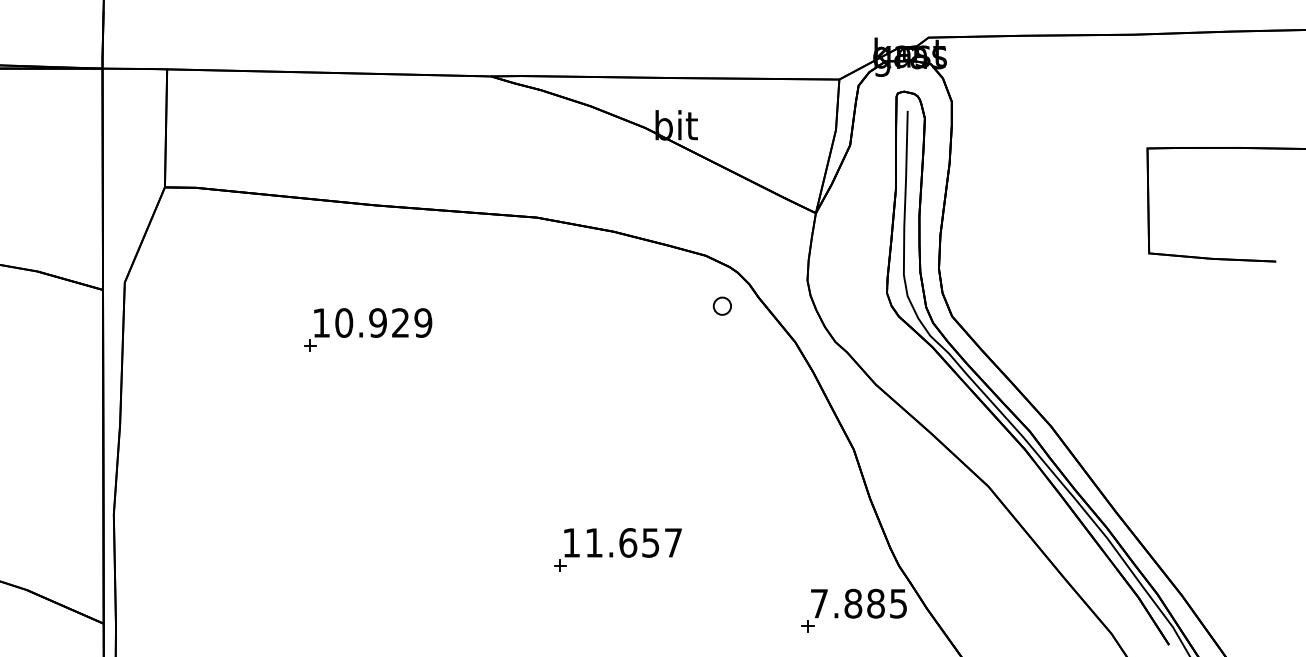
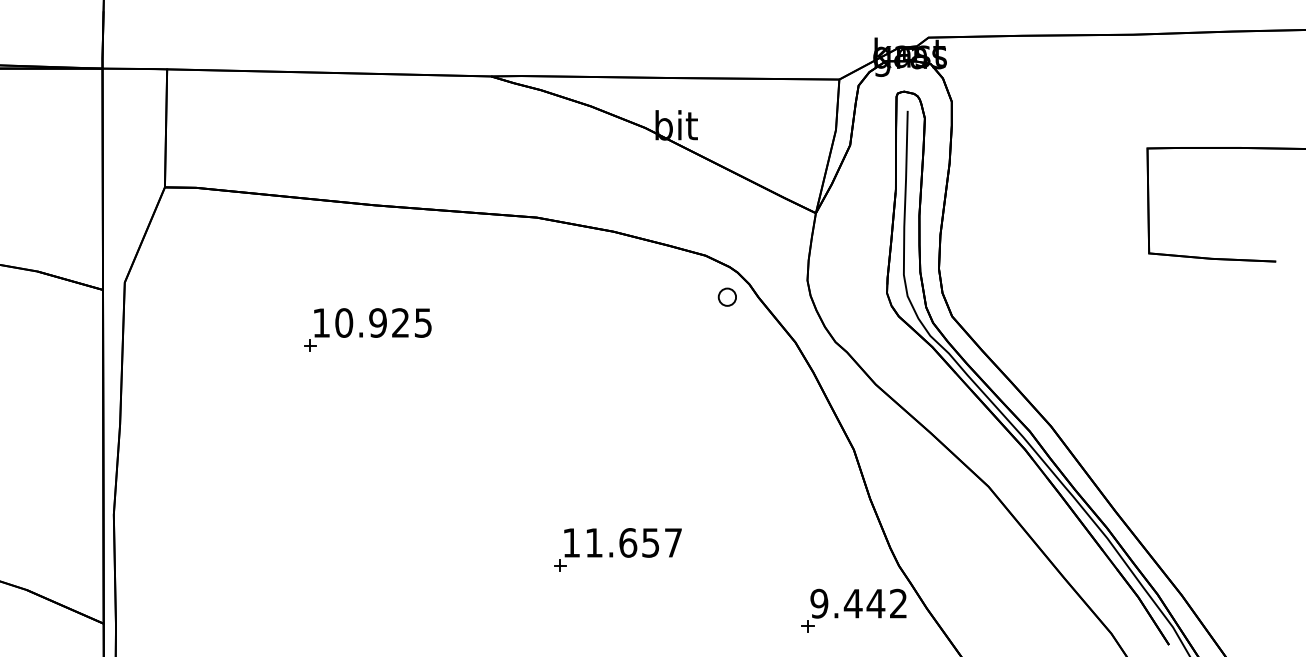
part at (721, 305) position: (721, 305) -> (726, 296)
text at (423, 322): 10.929 -> 10.925
text at (858, 603): 7.885 -> 9.442
